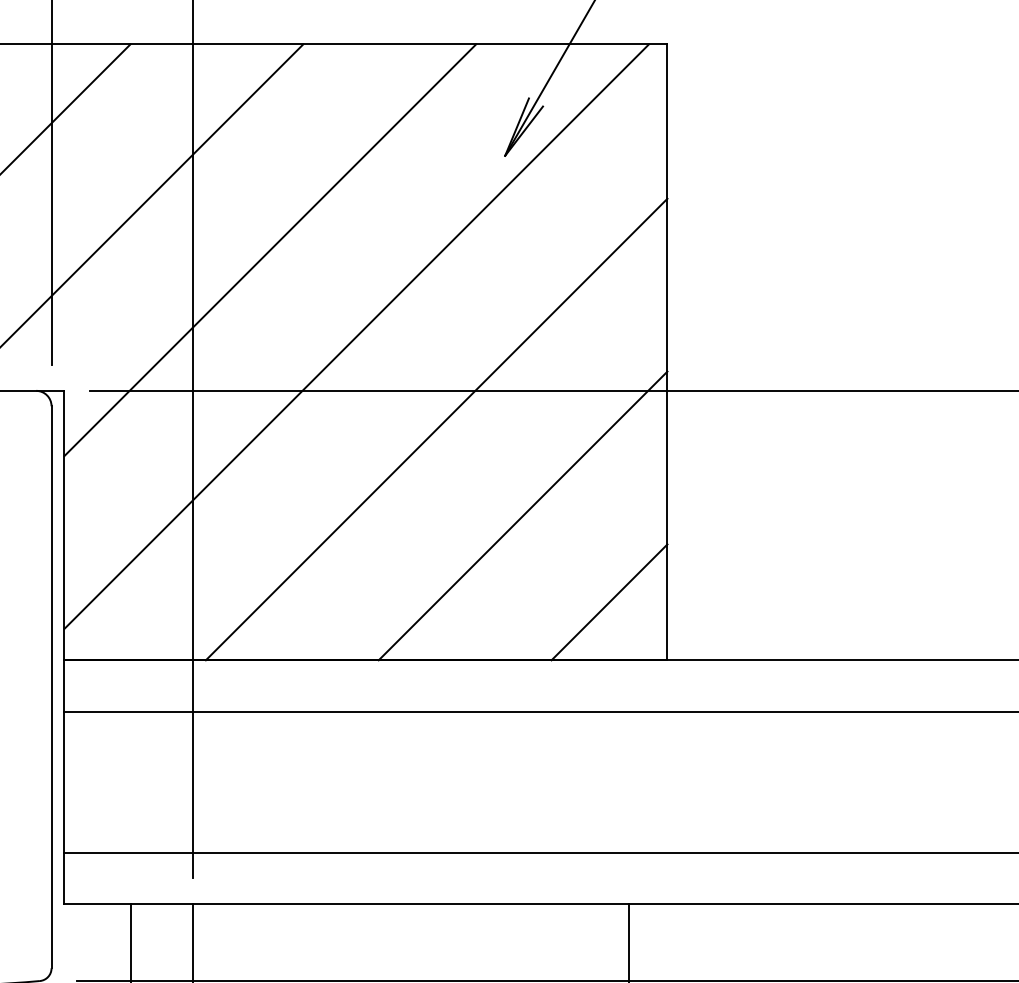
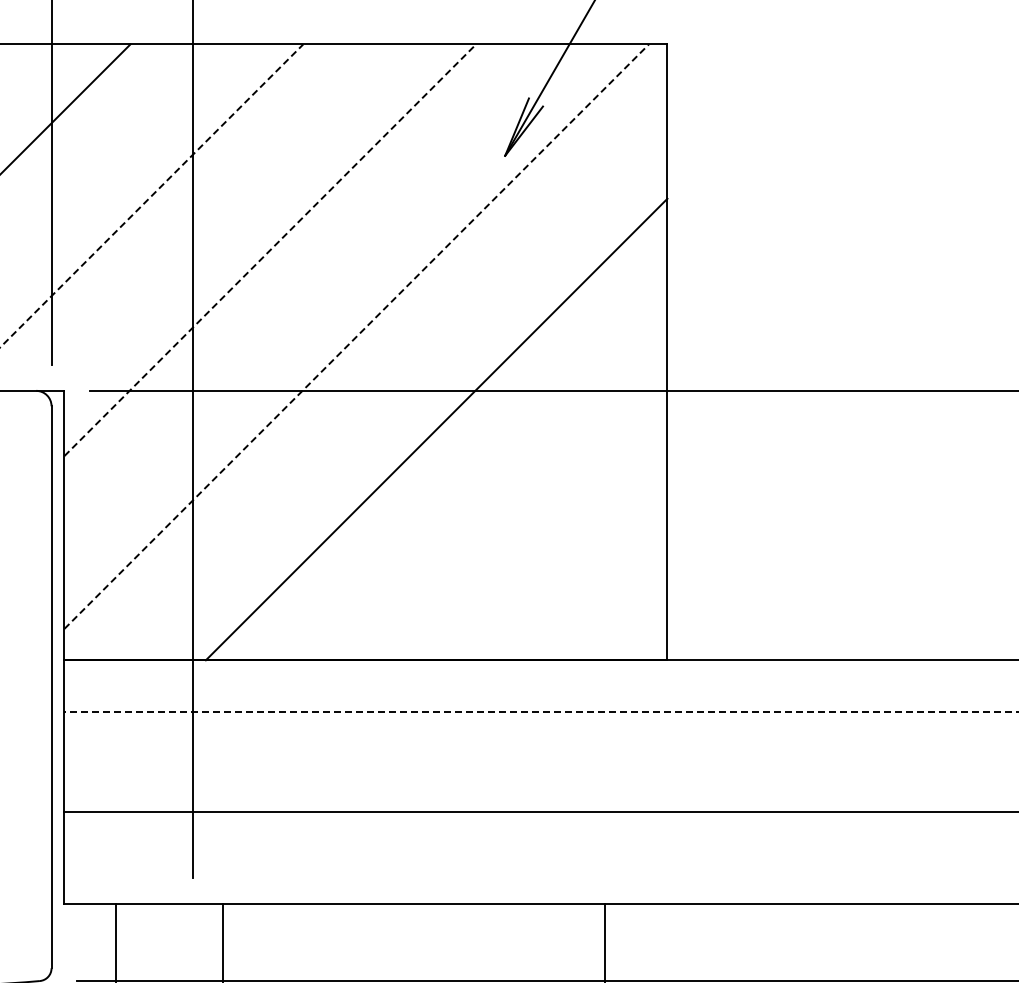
line at (151, 195): solid -> dashed
line at (270, 249): solid -> dashed
line at (357, 336): solid -> dashed
line at (522, 515): present -> none
line at (609, 602): present -> none
line at (541, 711): solid -> dashed
line at (539, 852) position: (539, 852) -> (539, 811)
line at (131, 941) position: (131, 941) -> (116, 941)
line at (192, 941) position: (192, 941) -> (222, 941)
line at (628, 941) position: (628, 941) -> (604, 941)
